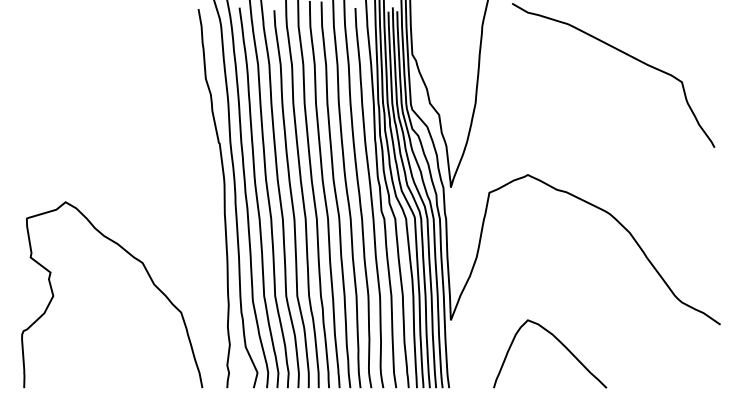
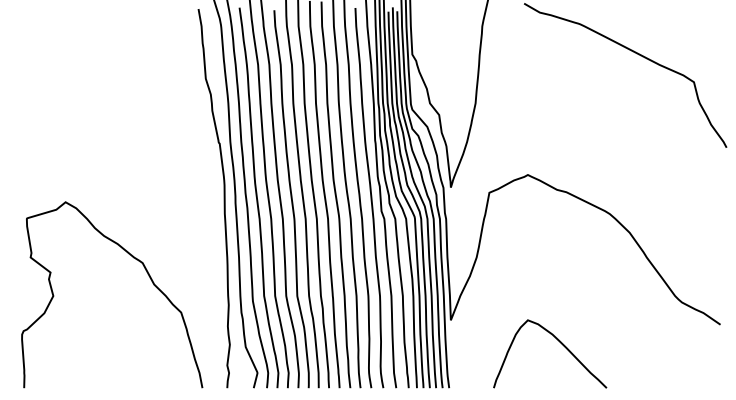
curve at (626, 55) position: (626, 55) -> (638, 55)
